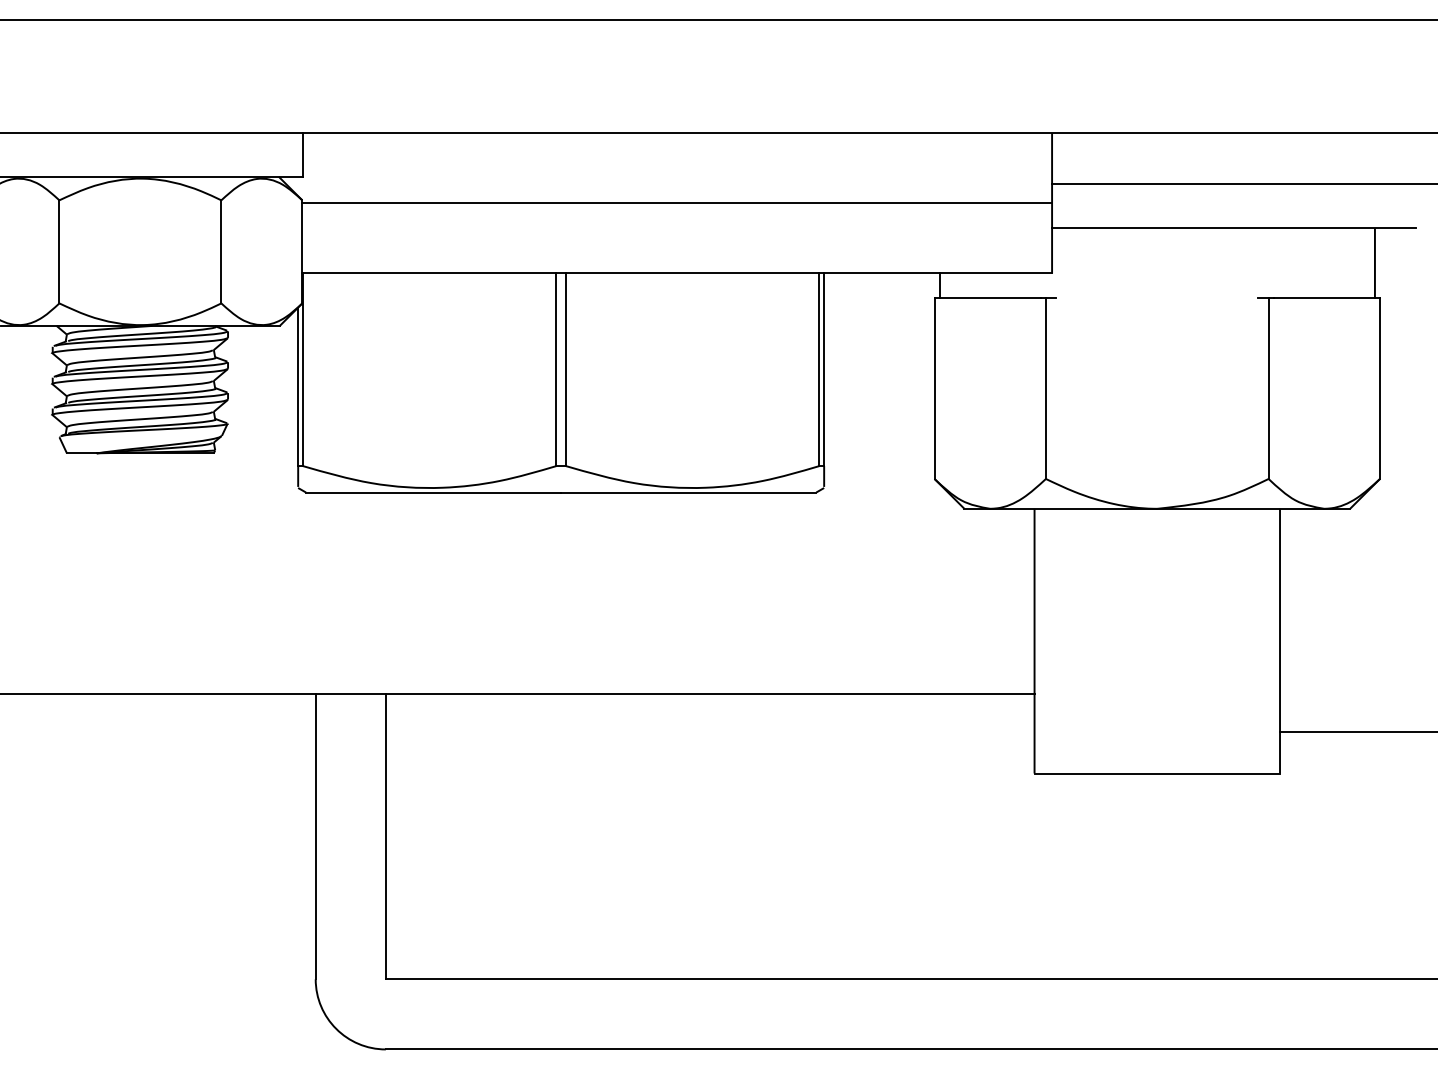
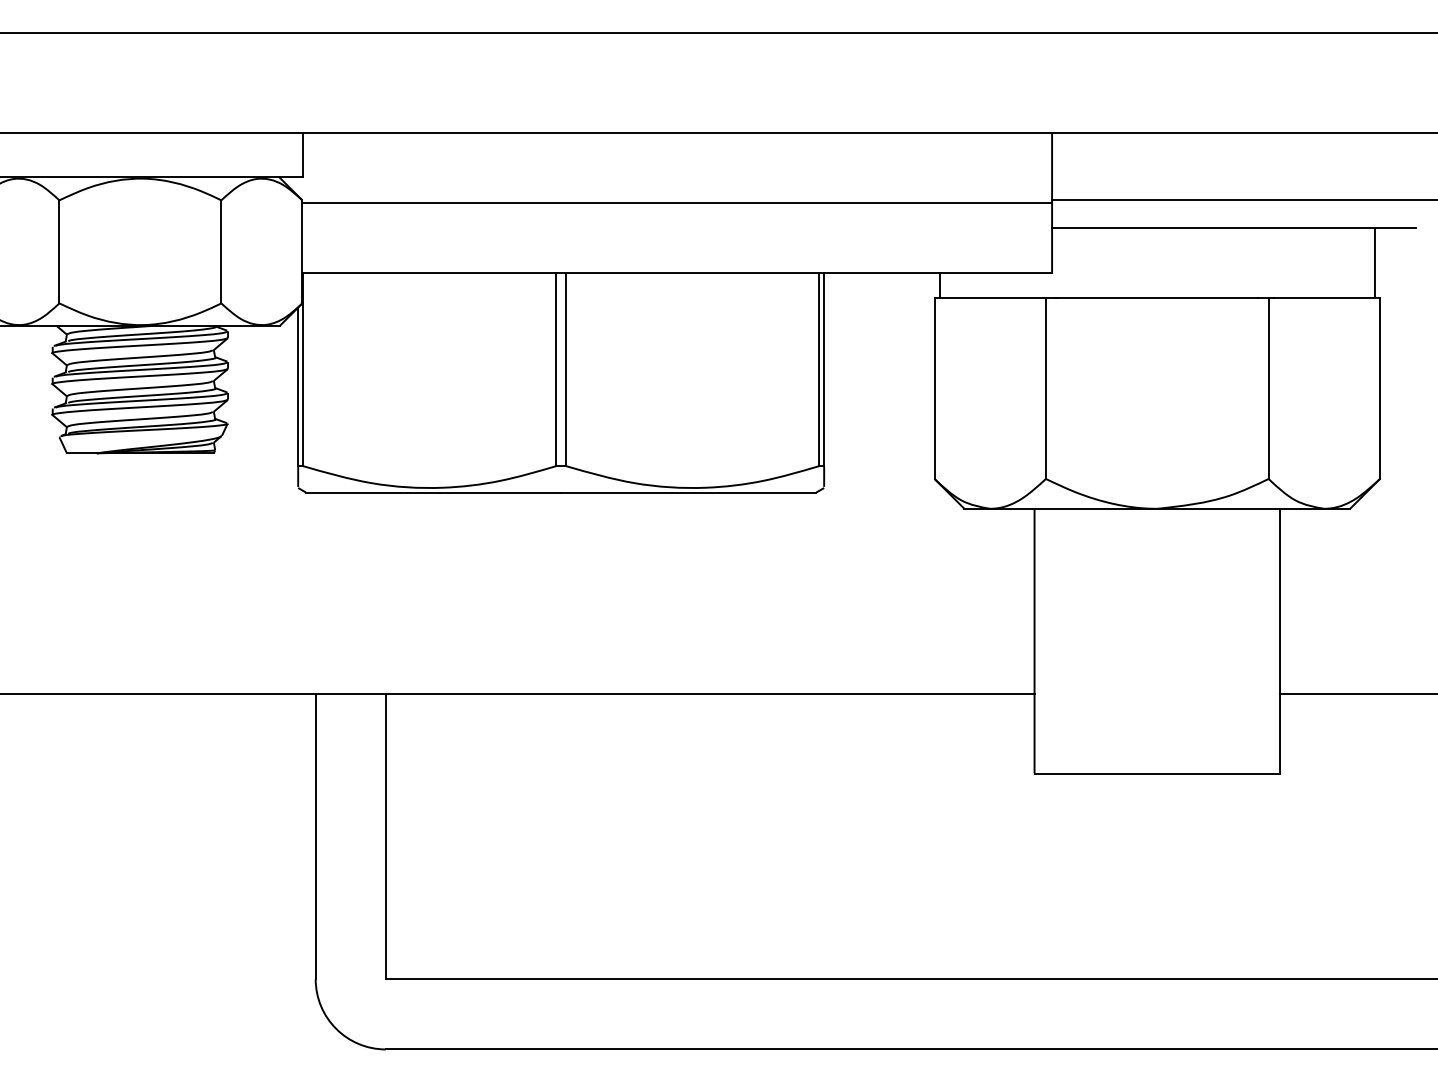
line at (718, 19) position: (718, 19) -> (718, 32)
line at (1243, 184) position: (1243, 184) -> (1243, 200)
line at (1157, 298): none -> present
line at (1357, 732) position: (1357, 732) -> (1357, 694)
